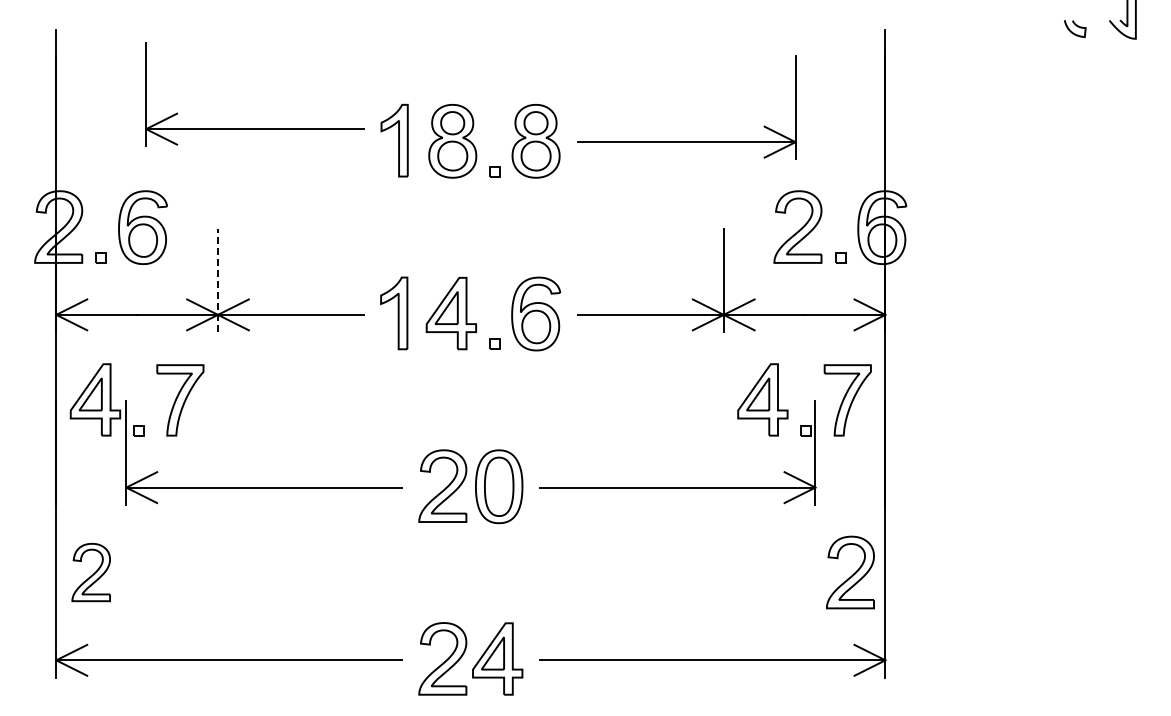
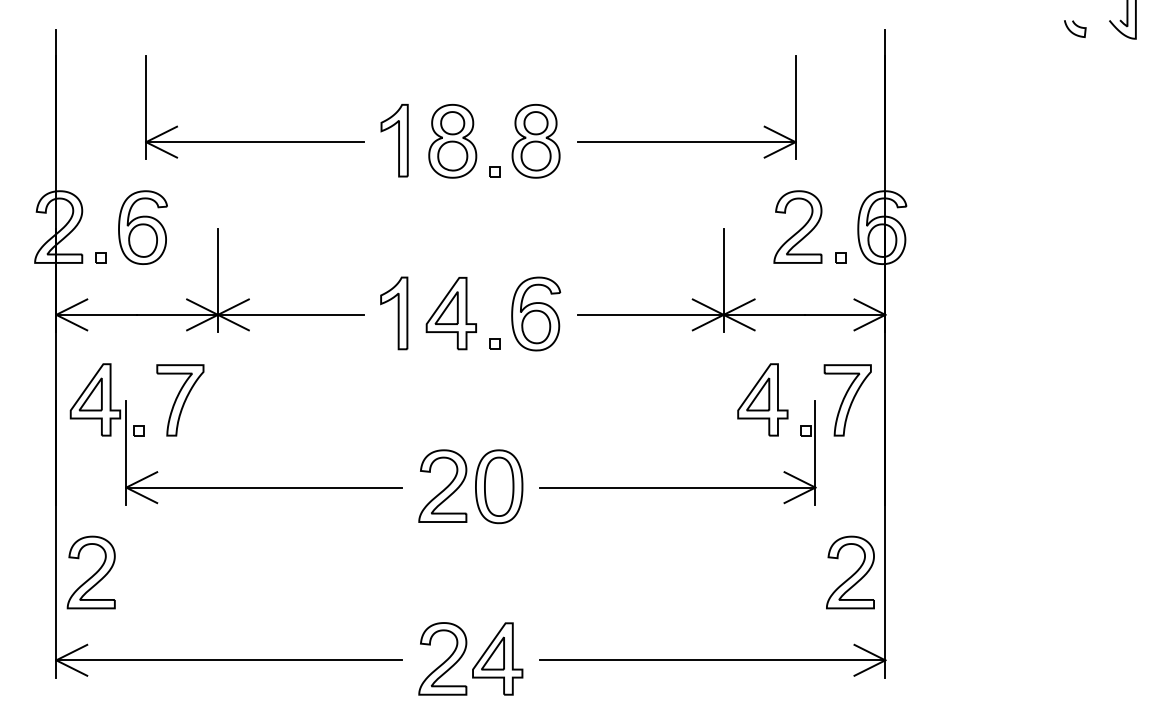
part at (254, 128) position: (254, 128) -> (254, 141)
line at (218, 280): dashed -> solid
part at (90, 572) size: 40x61 px -> 50x75 px
